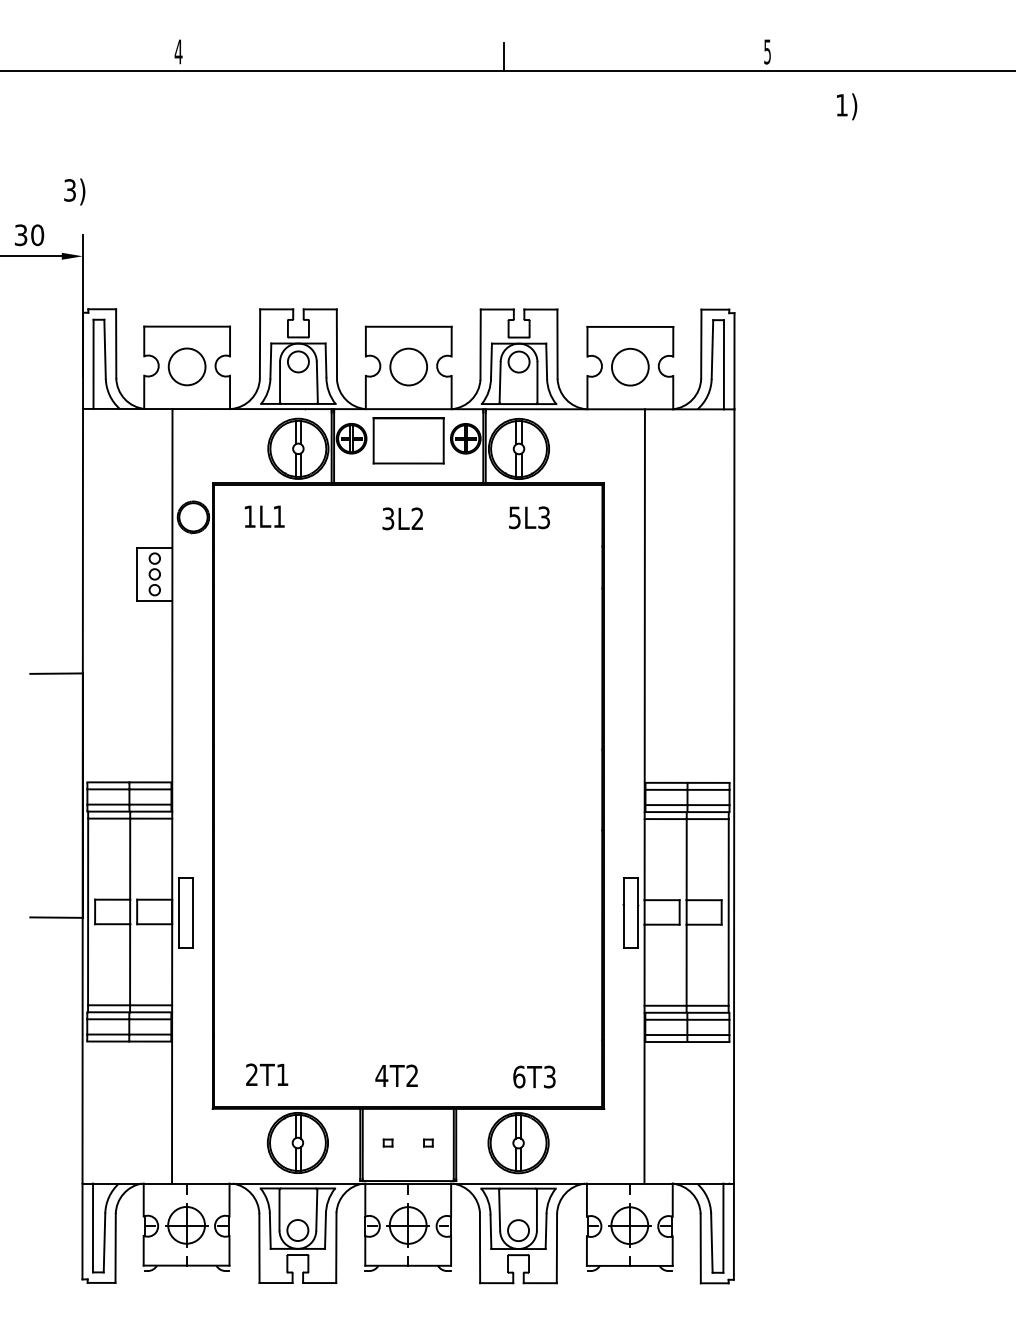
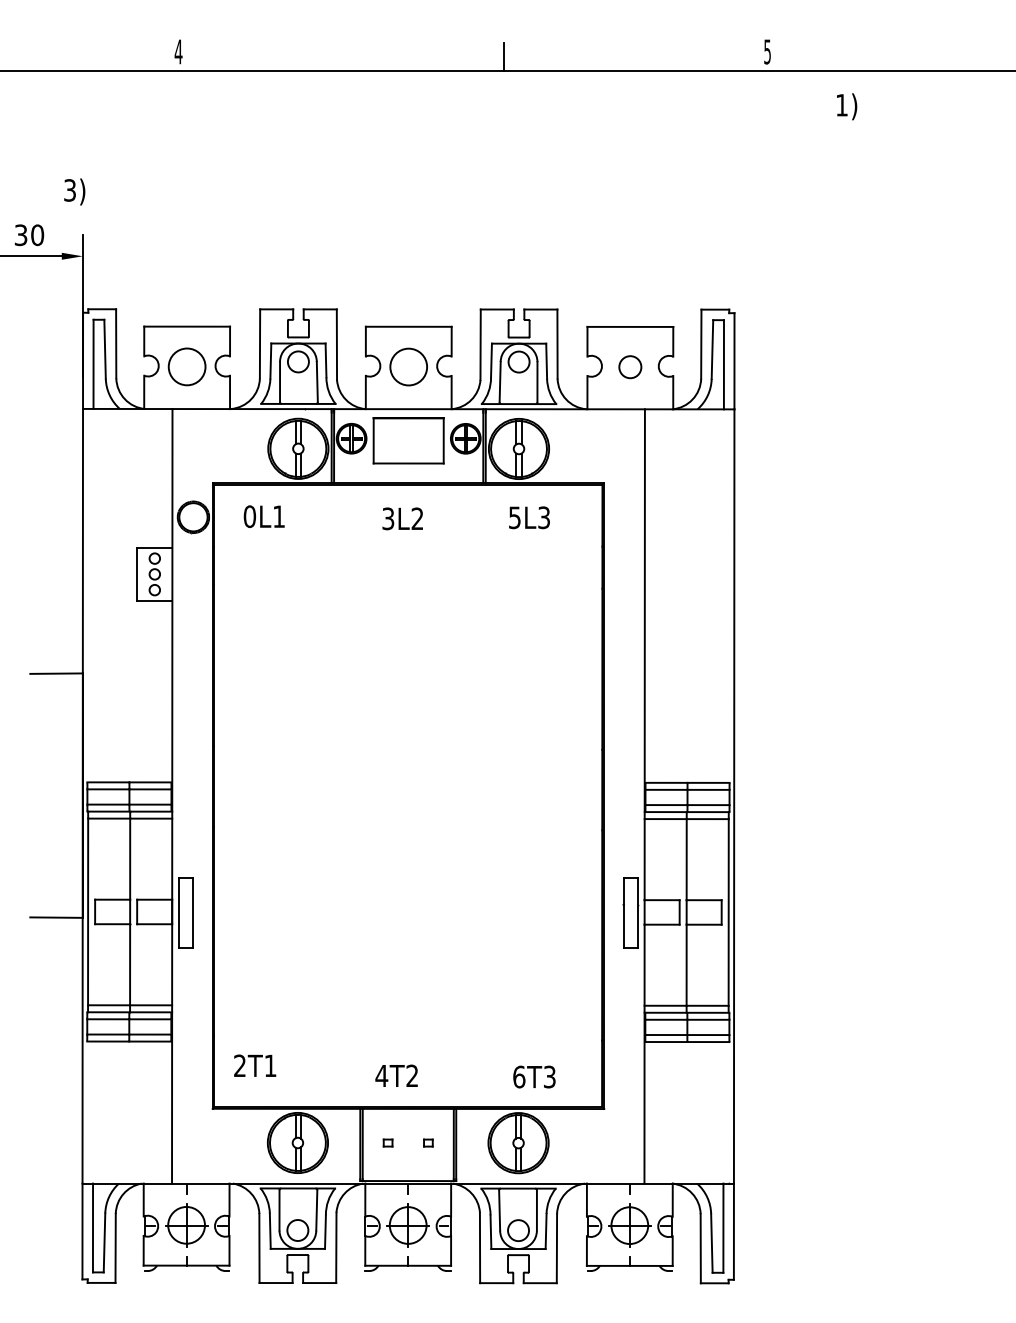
circle at (629, 366) diameter: 37 px -> 22 px
text at (249, 516): 1L1 -> 0L1
text at (267, 1074) position: (267, 1074) -> (255, 1065)
